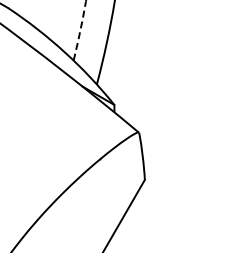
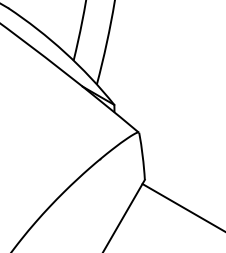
arc at (80, 29): dashed -> solid
line at (182, 207): none -> present
